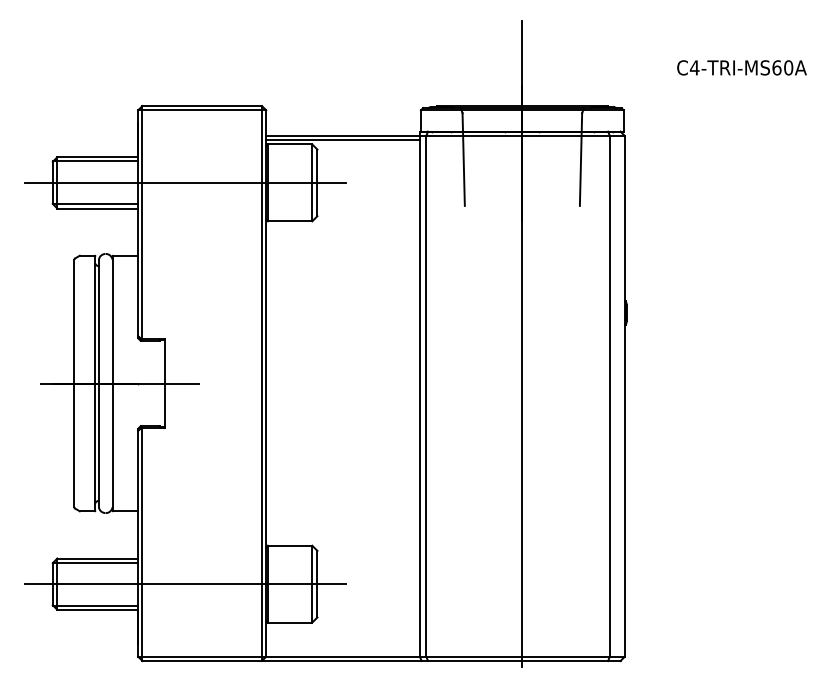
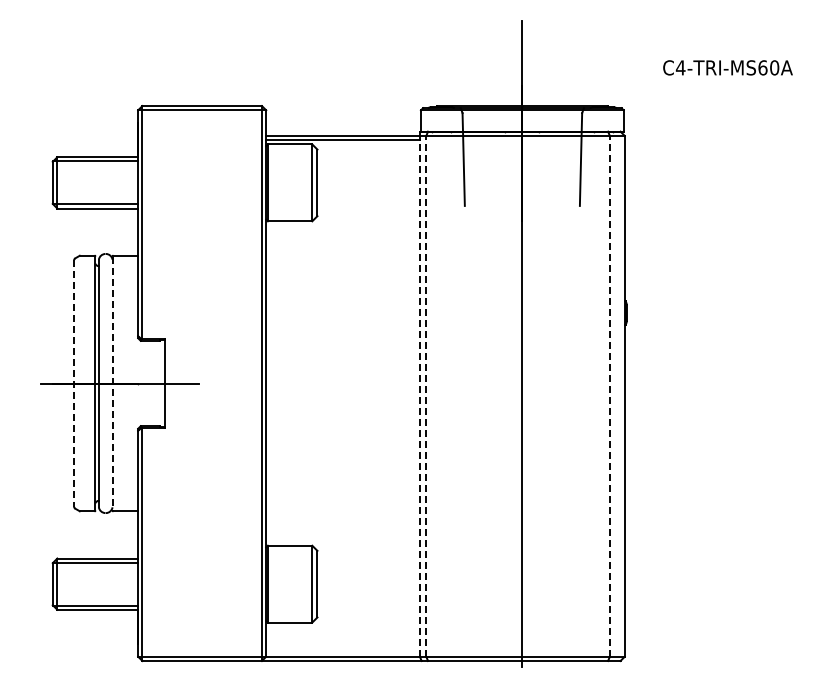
text at (741, 67) position: (741, 67) -> (727, 67)
line at (184, 182): present -> none
line at (112, 383): solid -> dashed
line at (74, 384): solid -> dashed
line at (426, 395): solid -> dashed
line at (609, 395): solid -> dashed
line at (419, 397): solid -> dashed
line at (184, 584): present -> none
